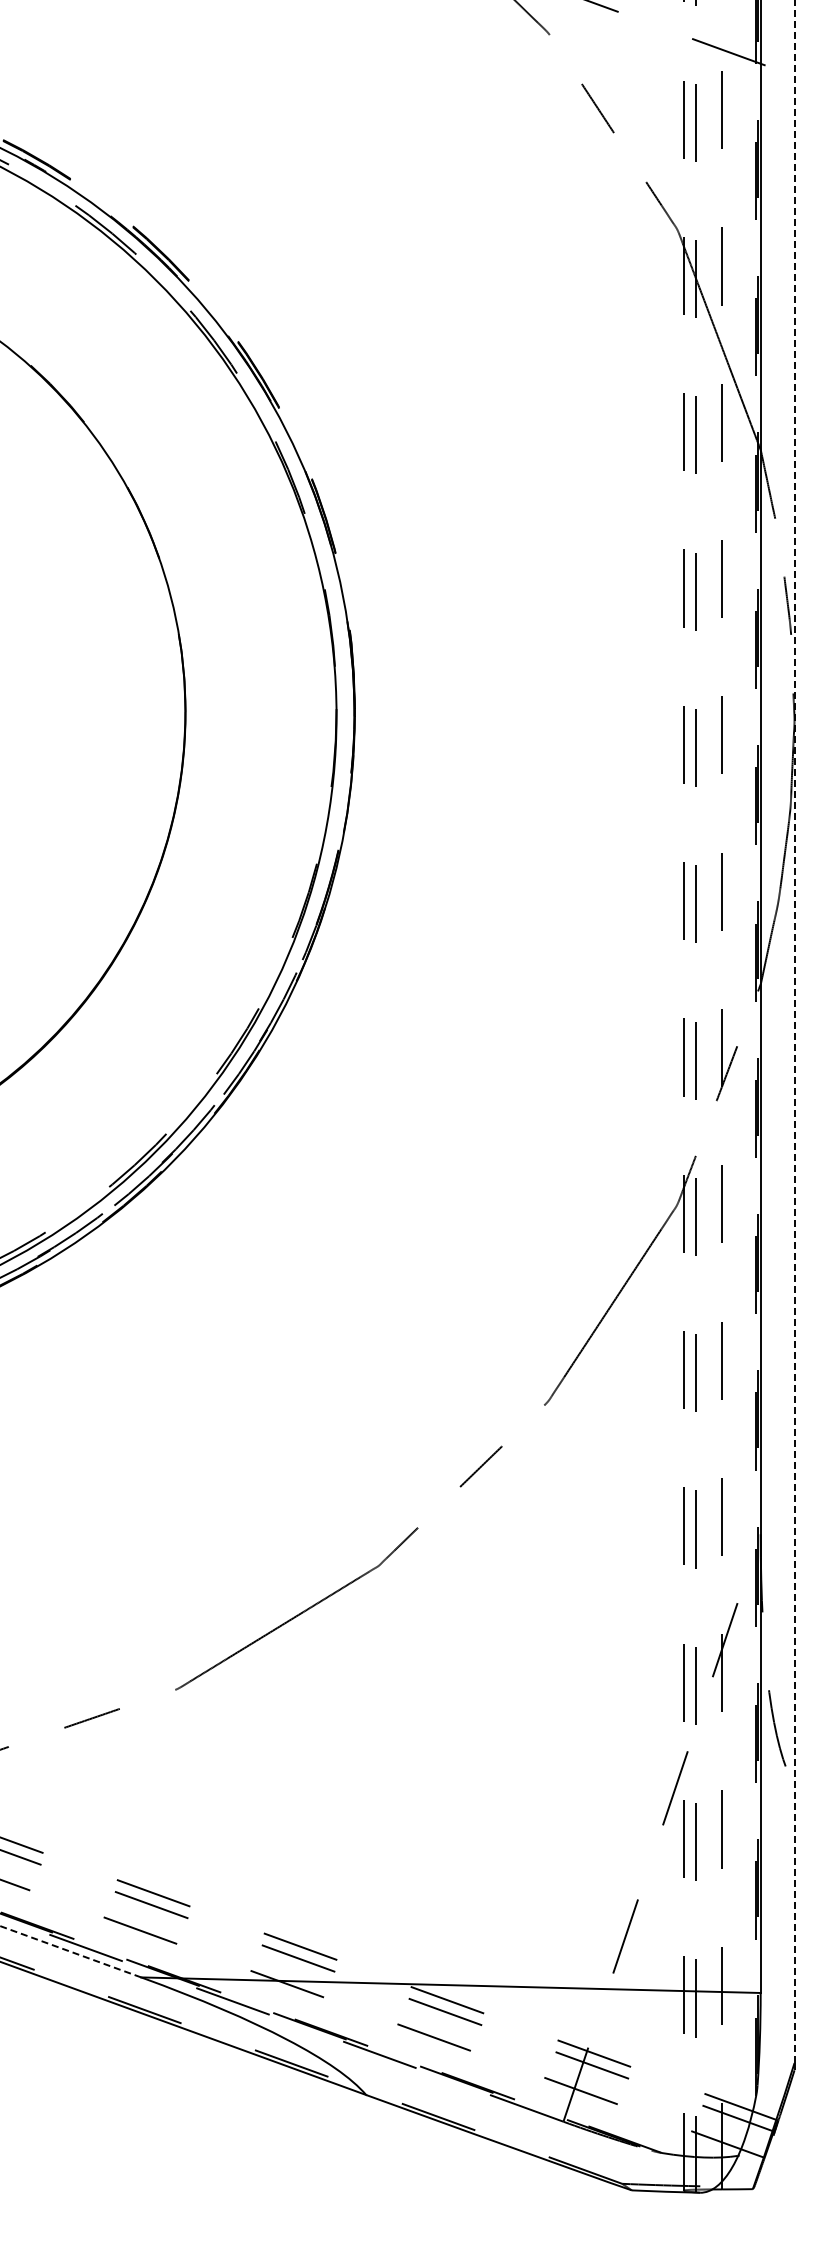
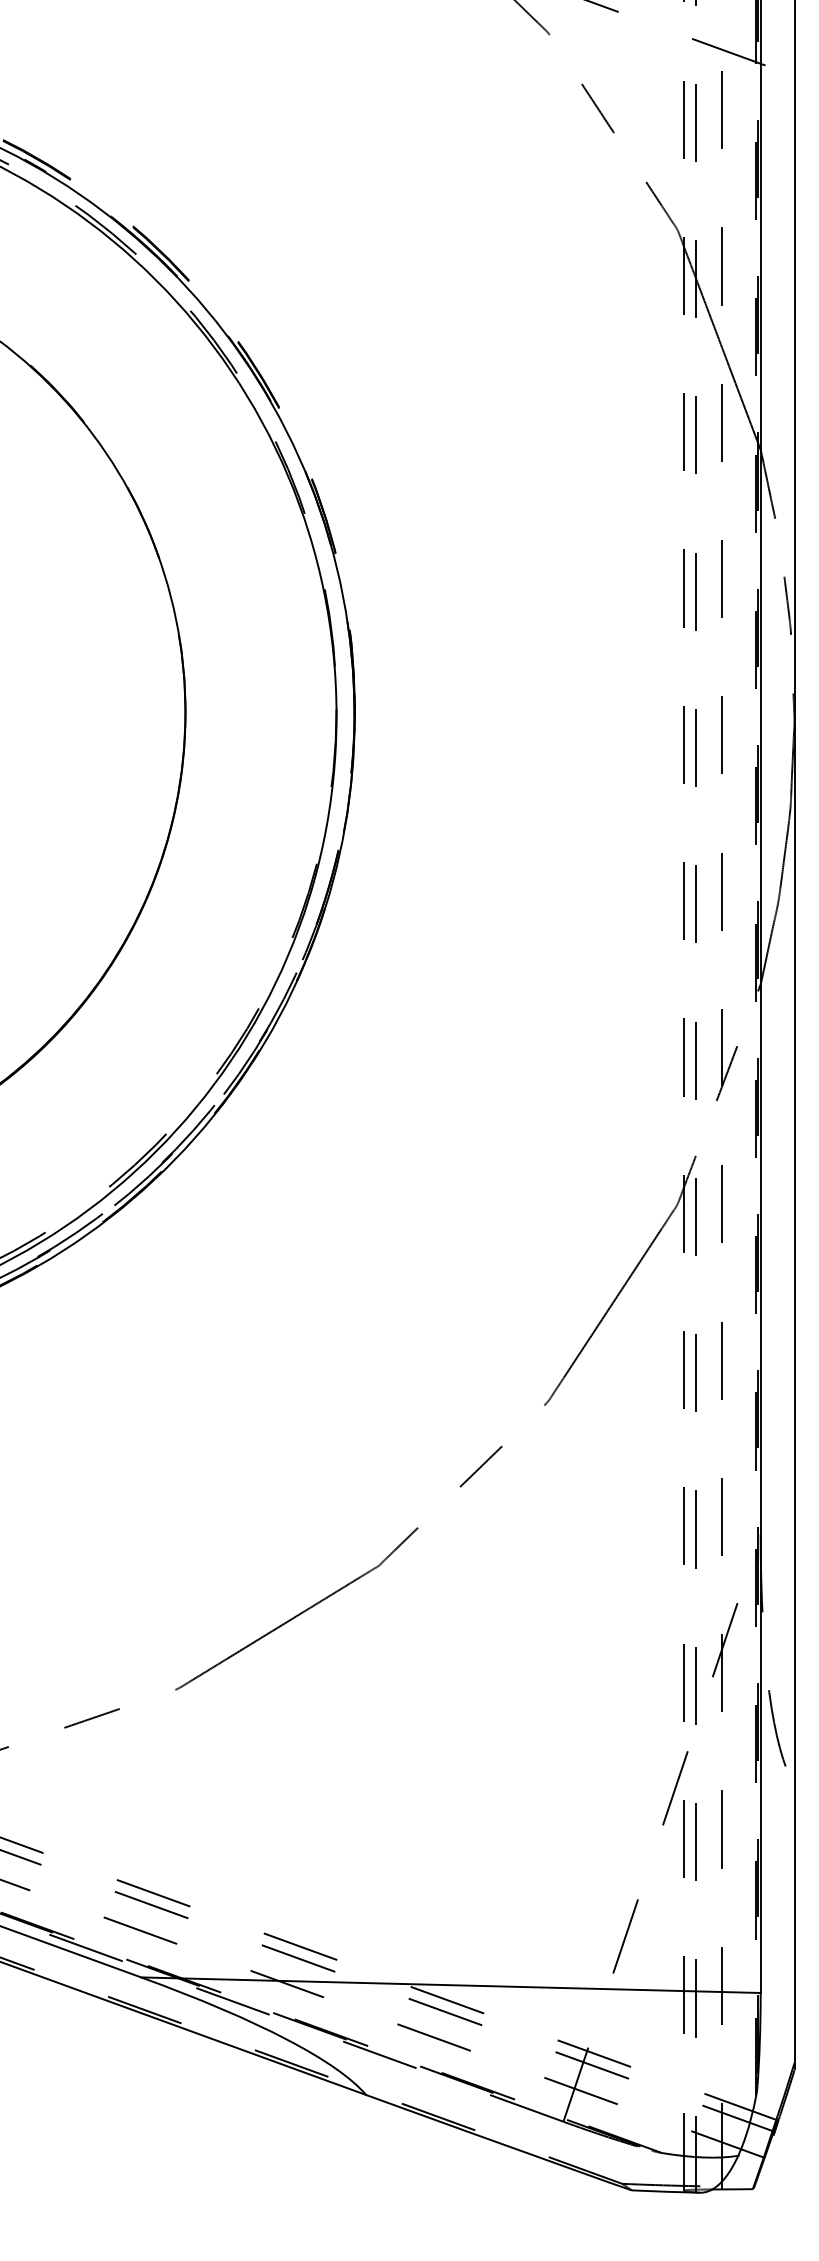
line at (794, 1032): dashed -> solid
line at (70, 1951): dashed -> solid
